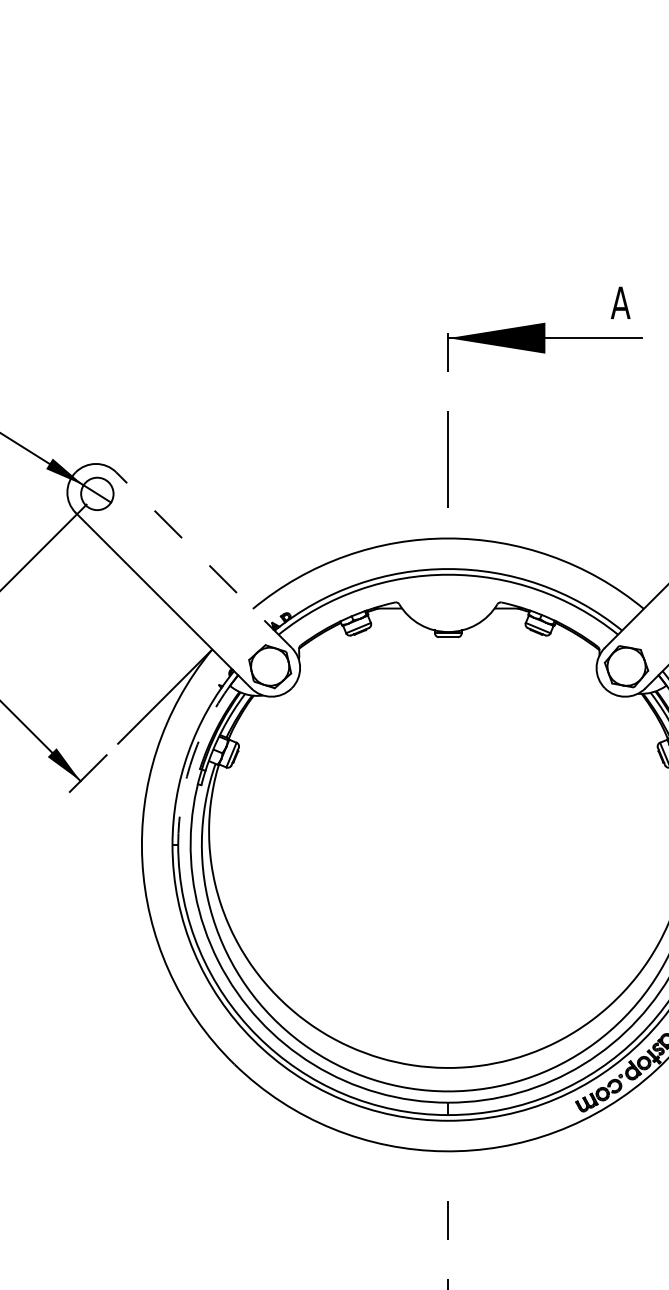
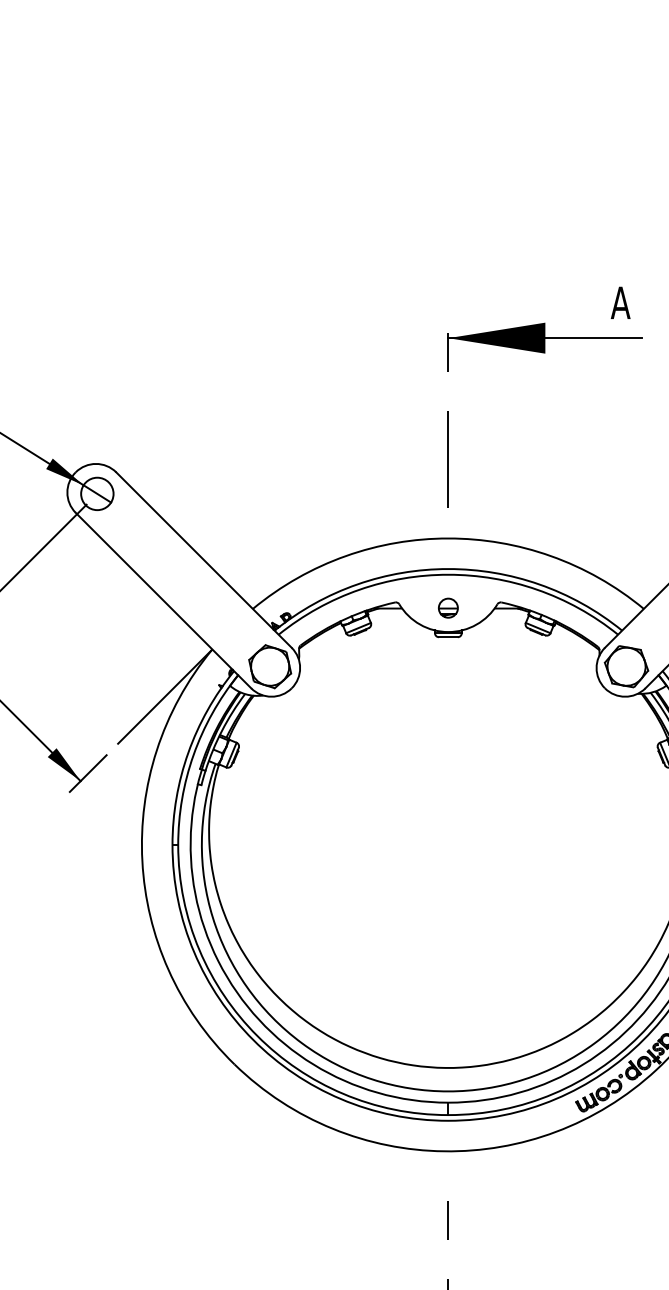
line at (203, 559): dashed -> solid
part at (448, 607): none -> present
arc at (193, 754): dashed -> solid
